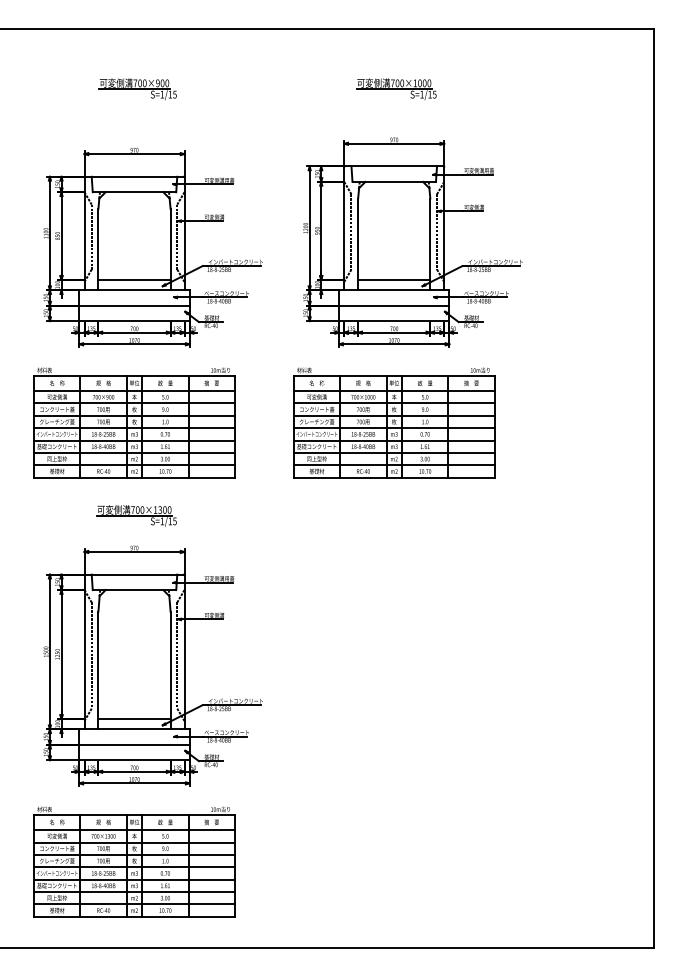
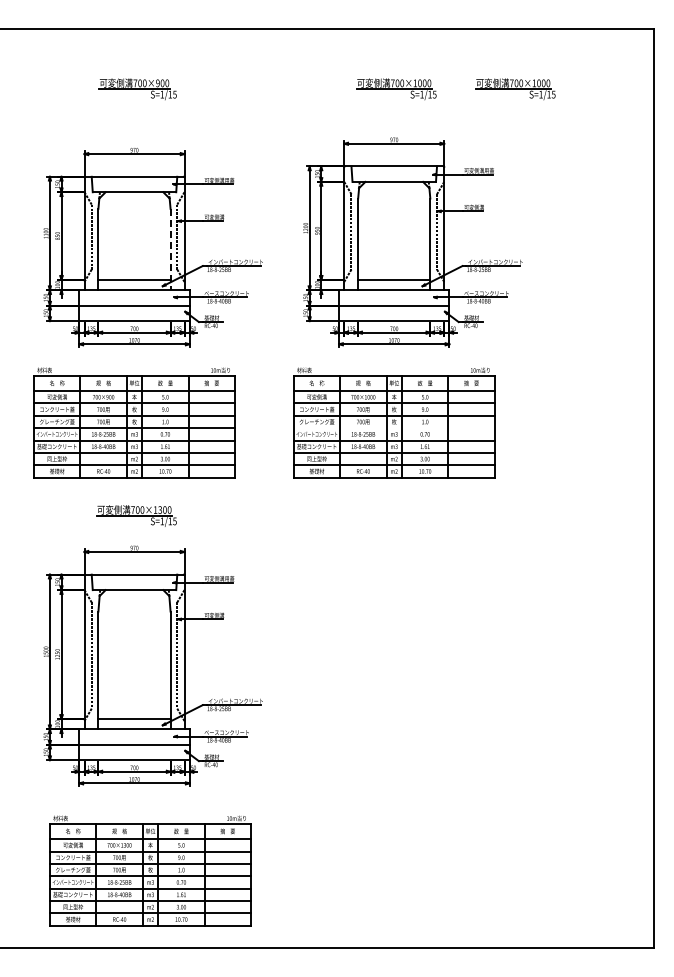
part at (515, 89): none -> present
line at (170, 249): solid -> dashed
line at (393, 428): present -> none
part at (134, 861) position: (134, 861) -> (150, 870)
